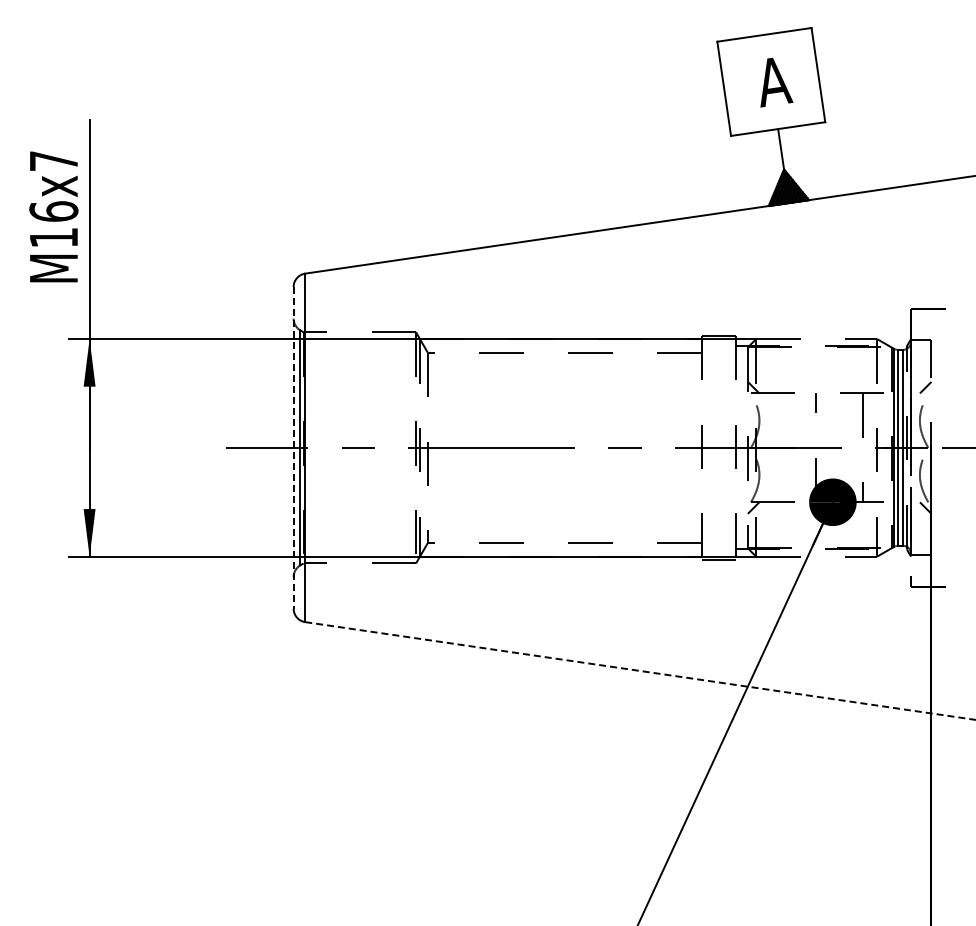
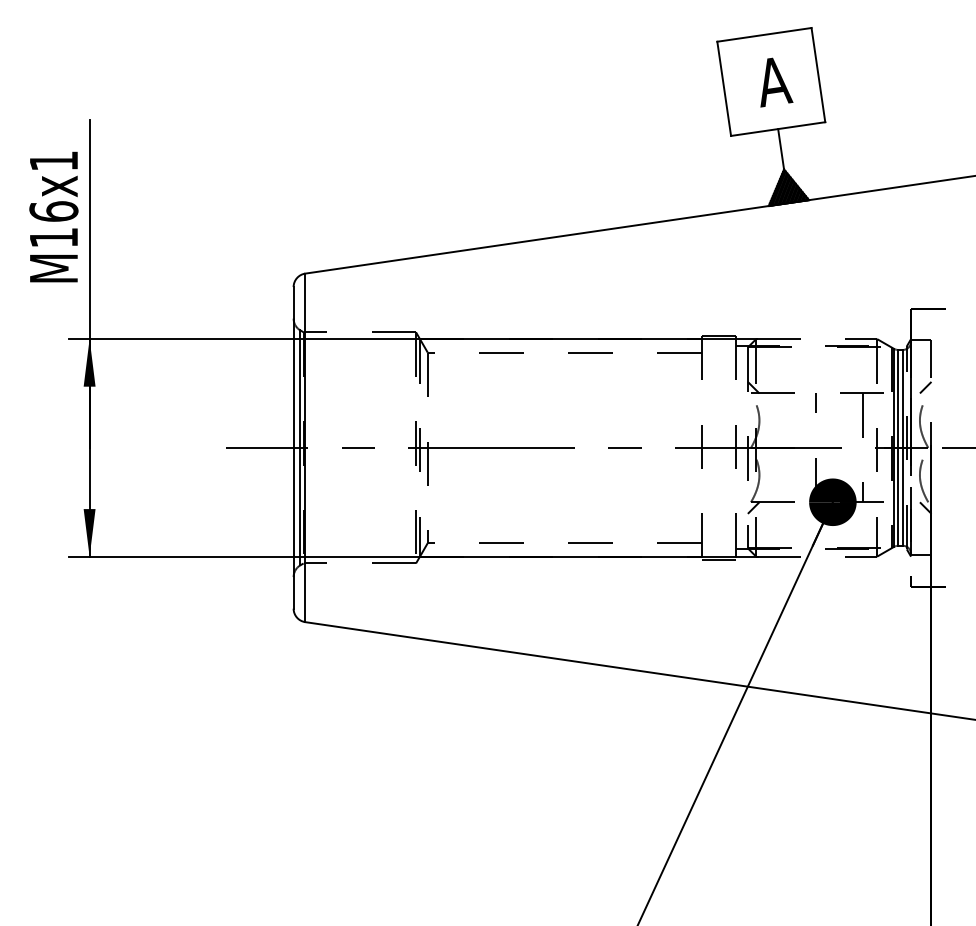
text at (53, 160): M16x7 -> M16x1
line at (293, 447): dashed -> solid
line at (640, 671): dashed -> solid
